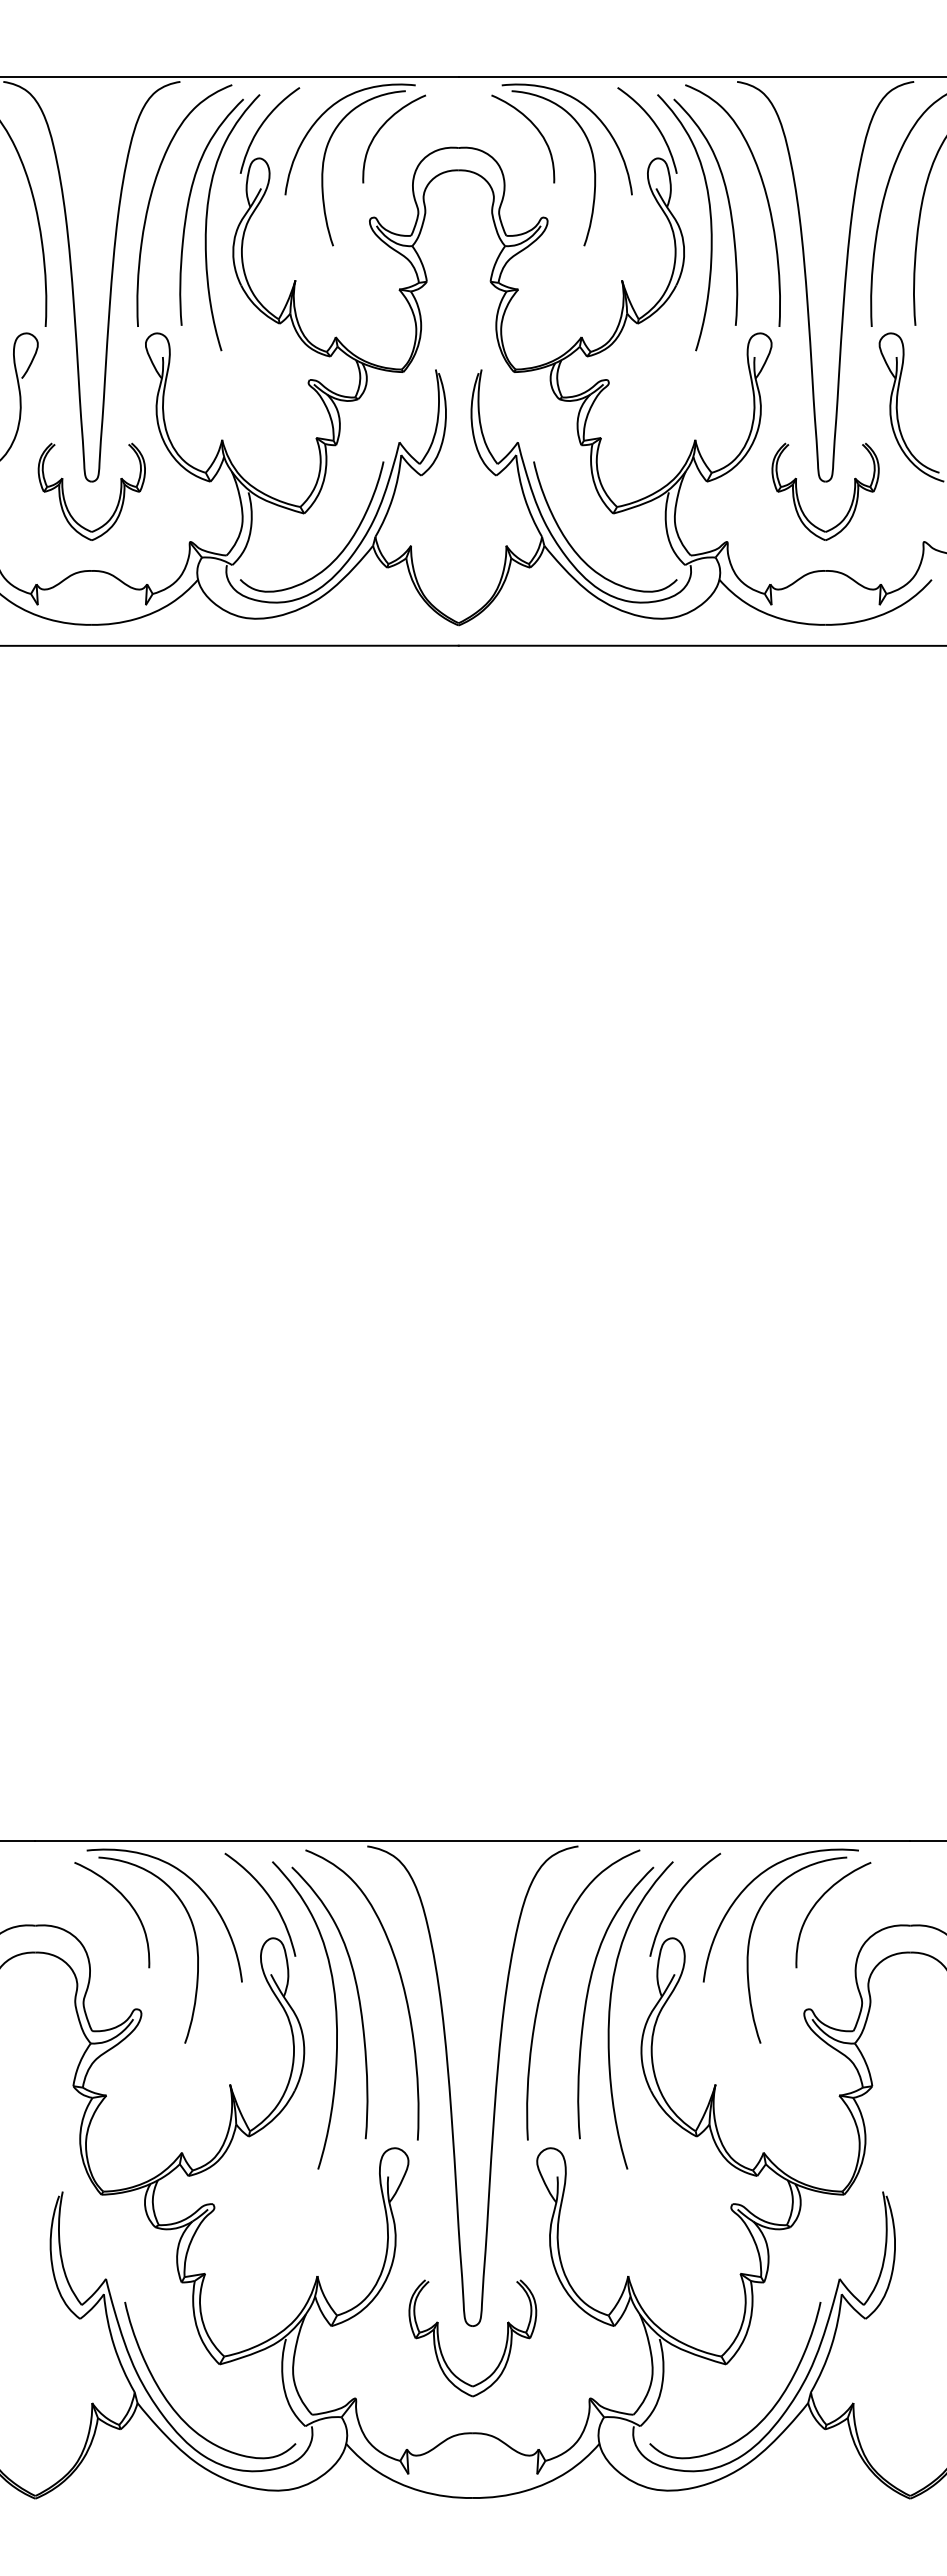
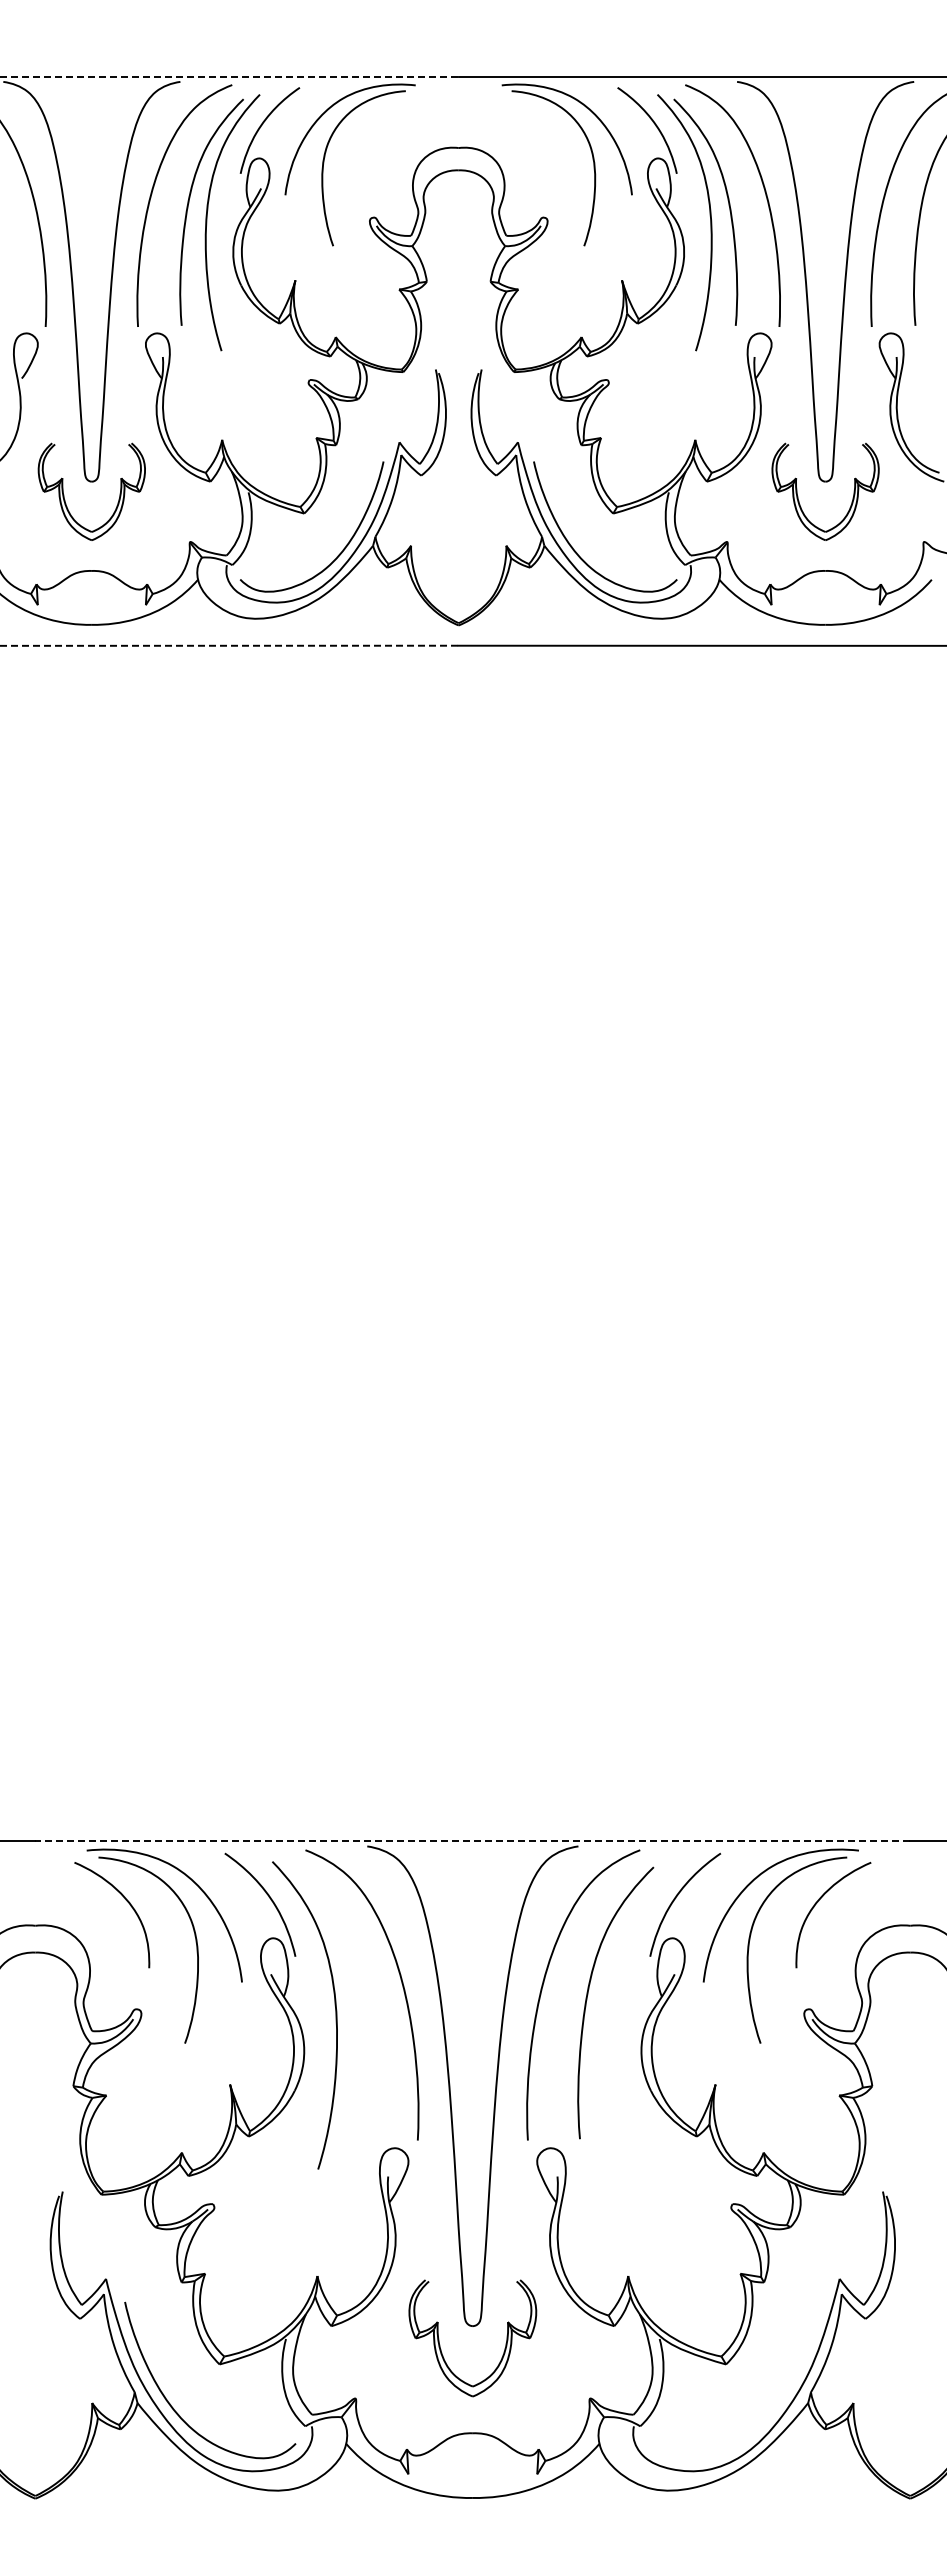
line at (229, 77): solid -> dashed
curve at (534, 127): present -> none
curve at (380, 130): present -> none
line at (229, 645): solid -> dashed
line at (472, 1840): solid -> dashed
curve at (357, 1996): present -> none
curve at (610, 2015): present -> none
curve at (770, 2409): present -> none
